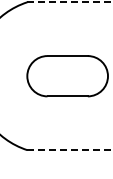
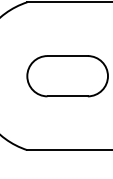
line at (69, 2): dashed -> solid
line at (70, 150): dashed -> solid
